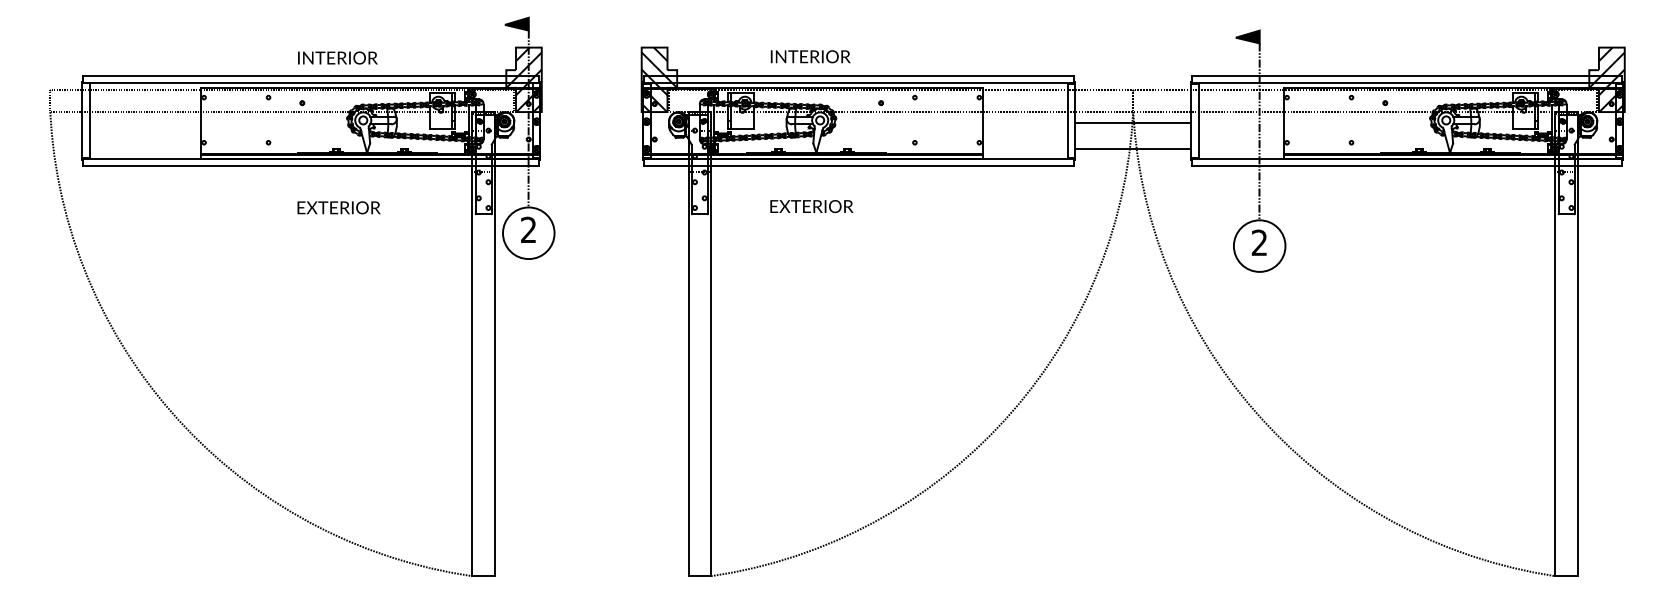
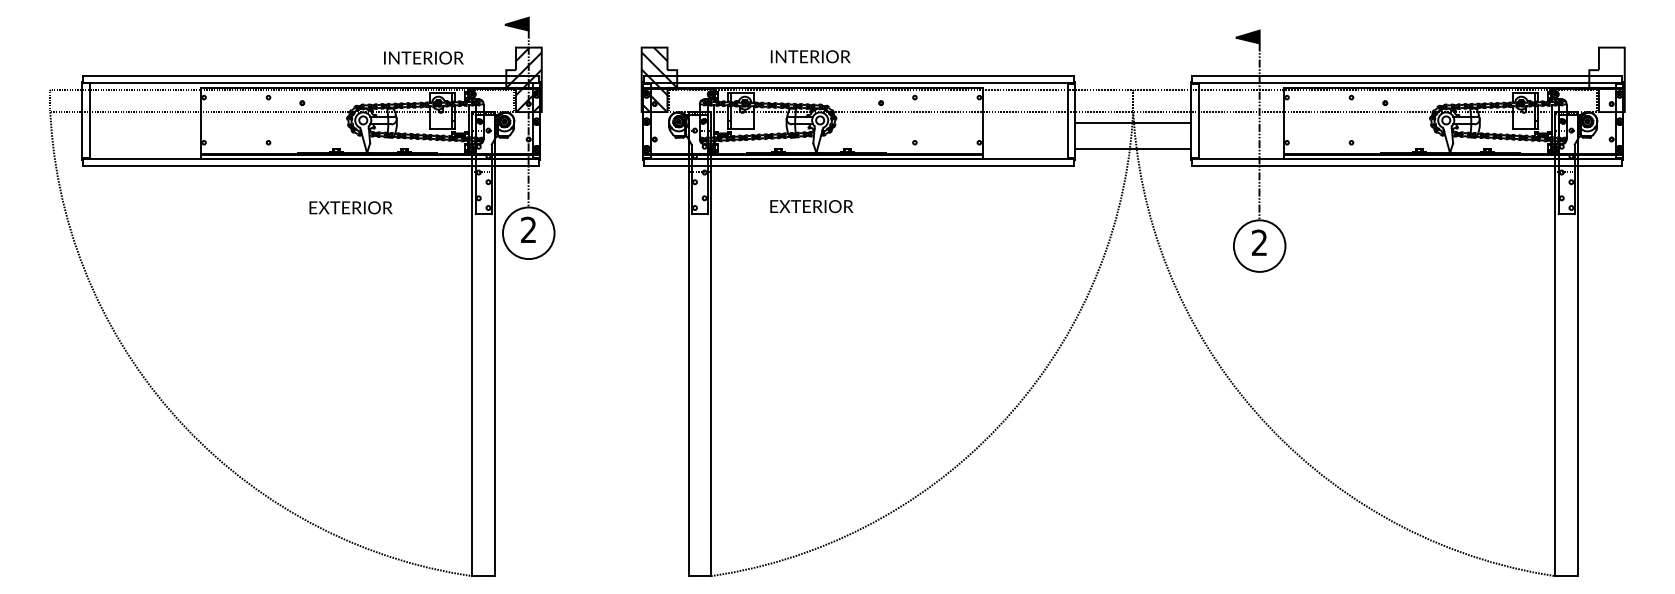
text at (337, 57) position: (337, 57) -> (423, 57)
hatch at (1606, 79): present -> none
text at (338, 207) position: (338, 207) -> (350, 207)
